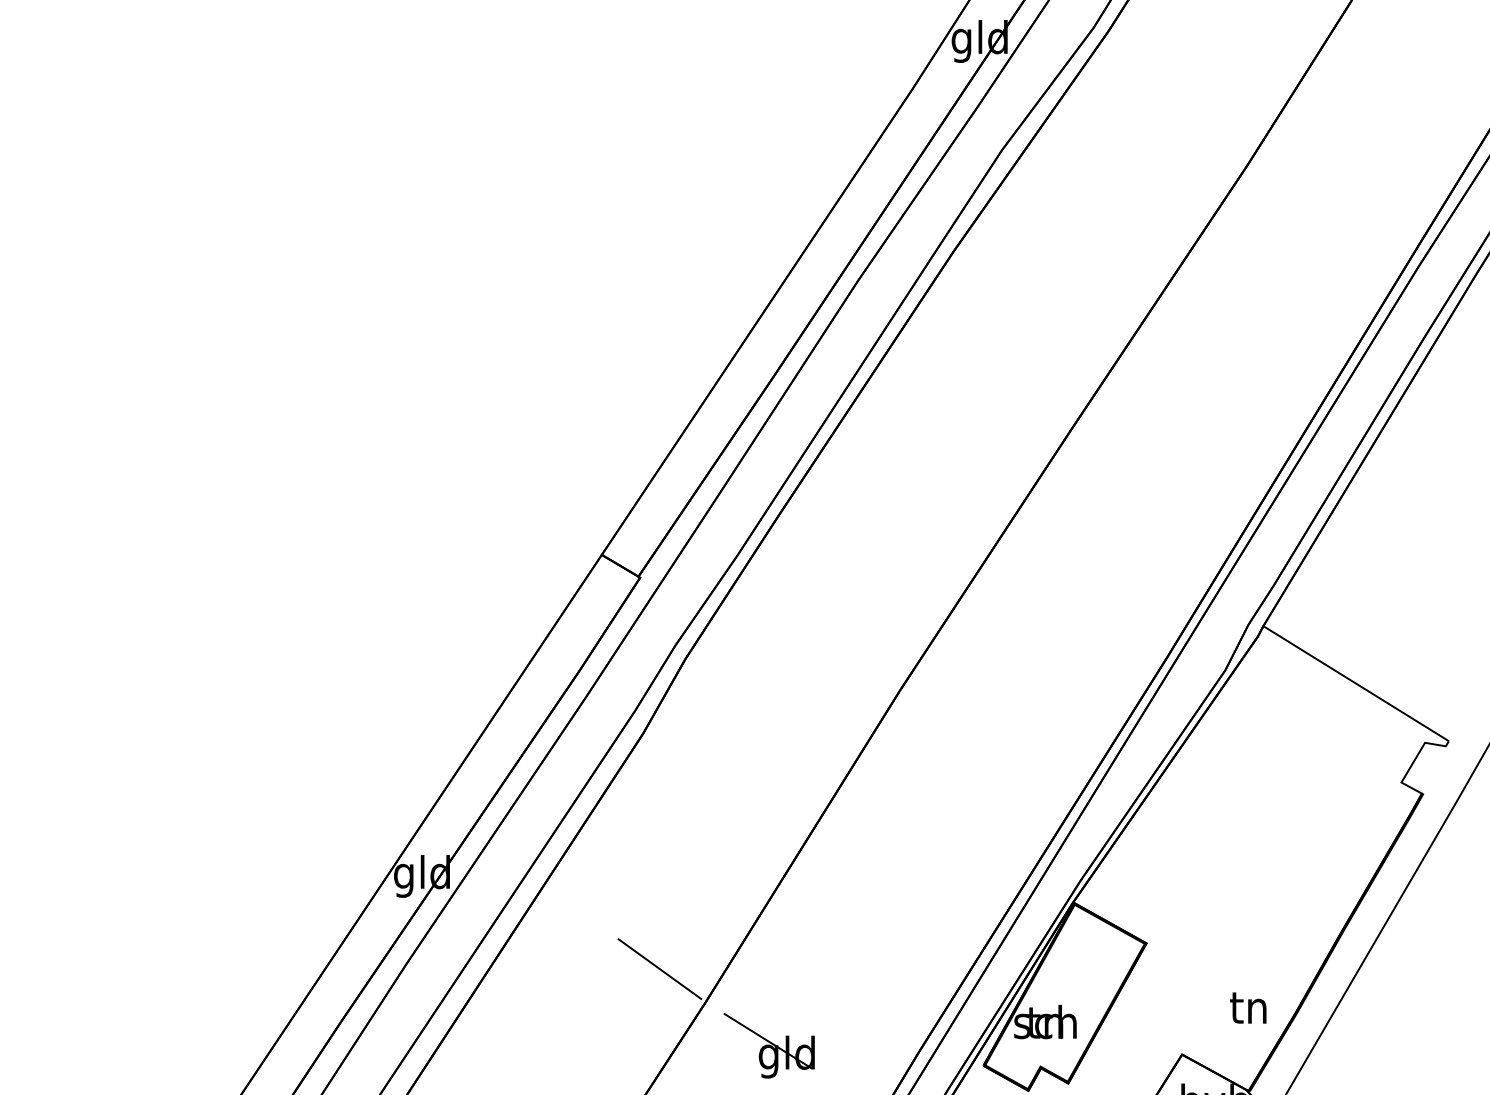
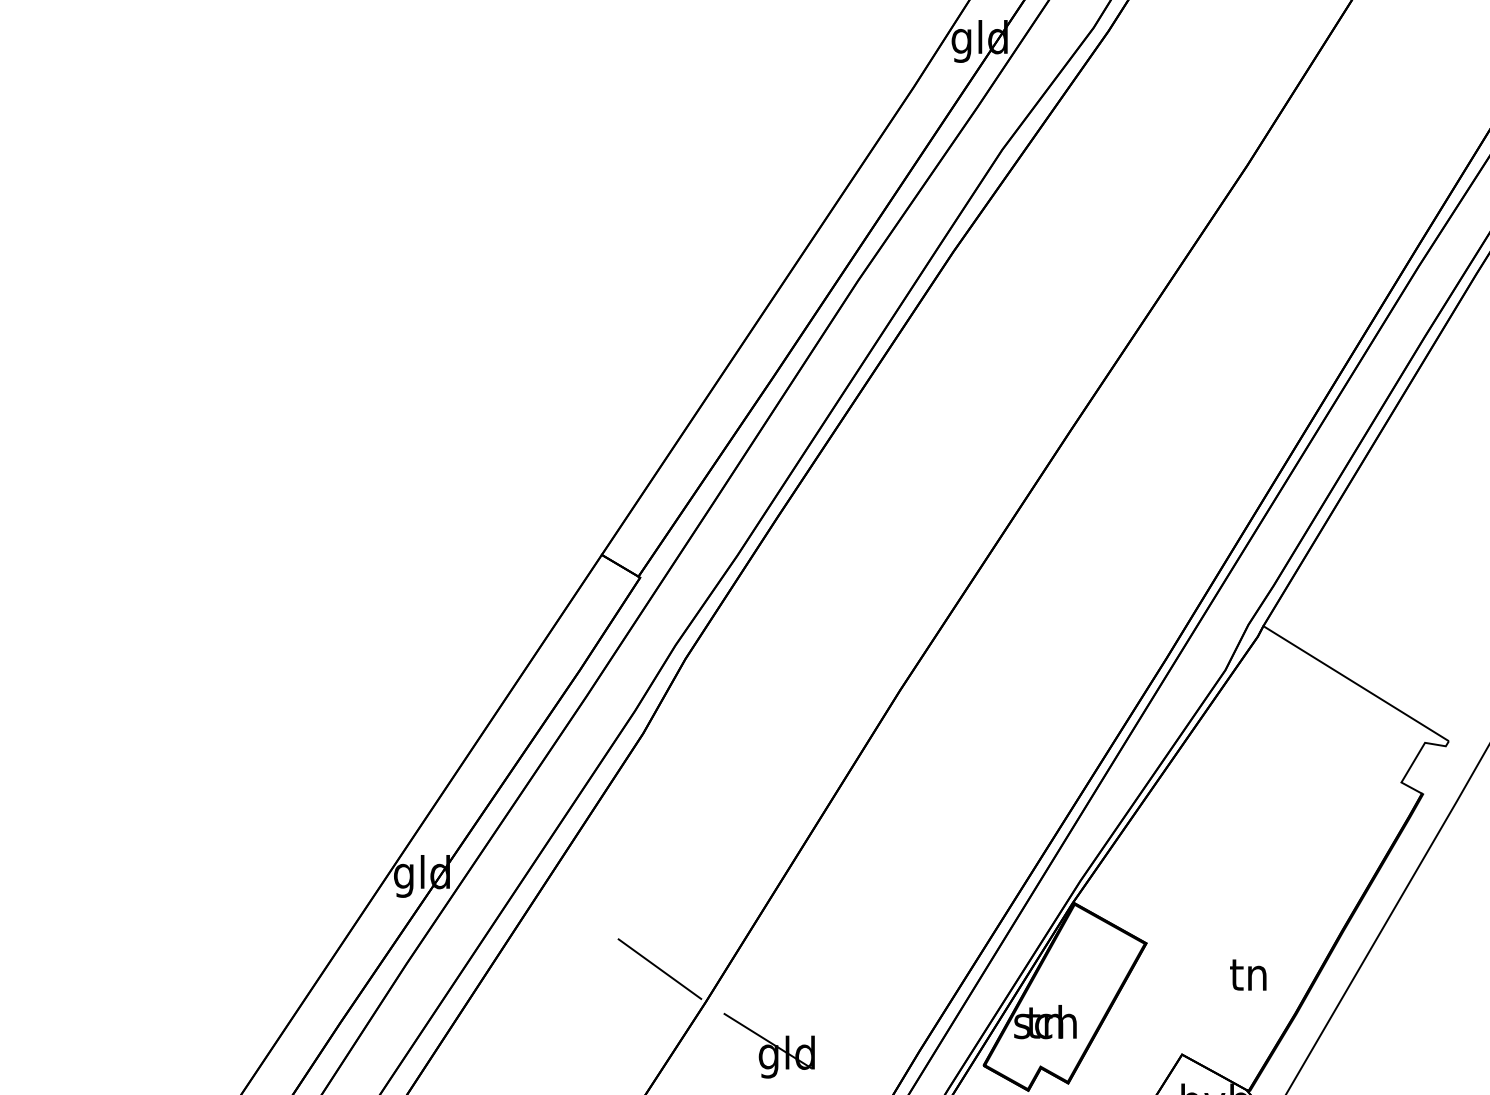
text at (1248, 1007) position: (1248, 1007) -> (1248, 974)
